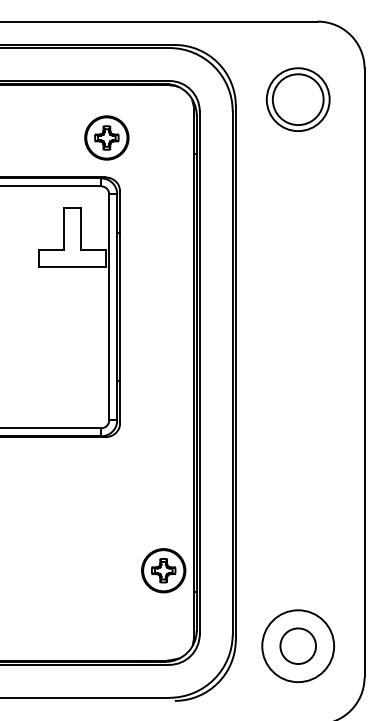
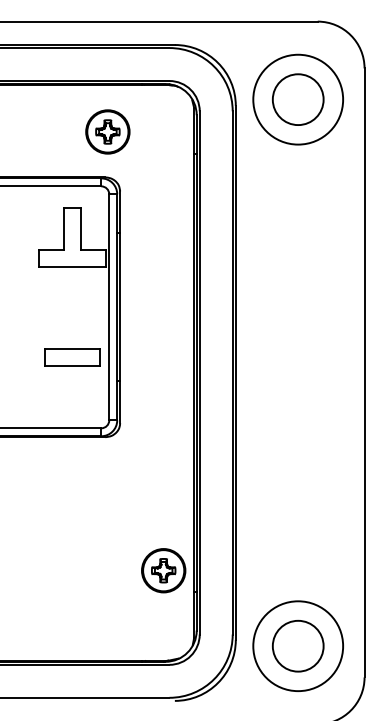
circle at (297, 99) diameter: 63 px -> 90 px
part at (106, 137) position: (106, 137) -> (107, 131)
part at (72, 357): none -> present
circle at (298, 646) diameter: 36 px -> 51 px
circle at (298, 646) diameter: 72 px -> 90 px
